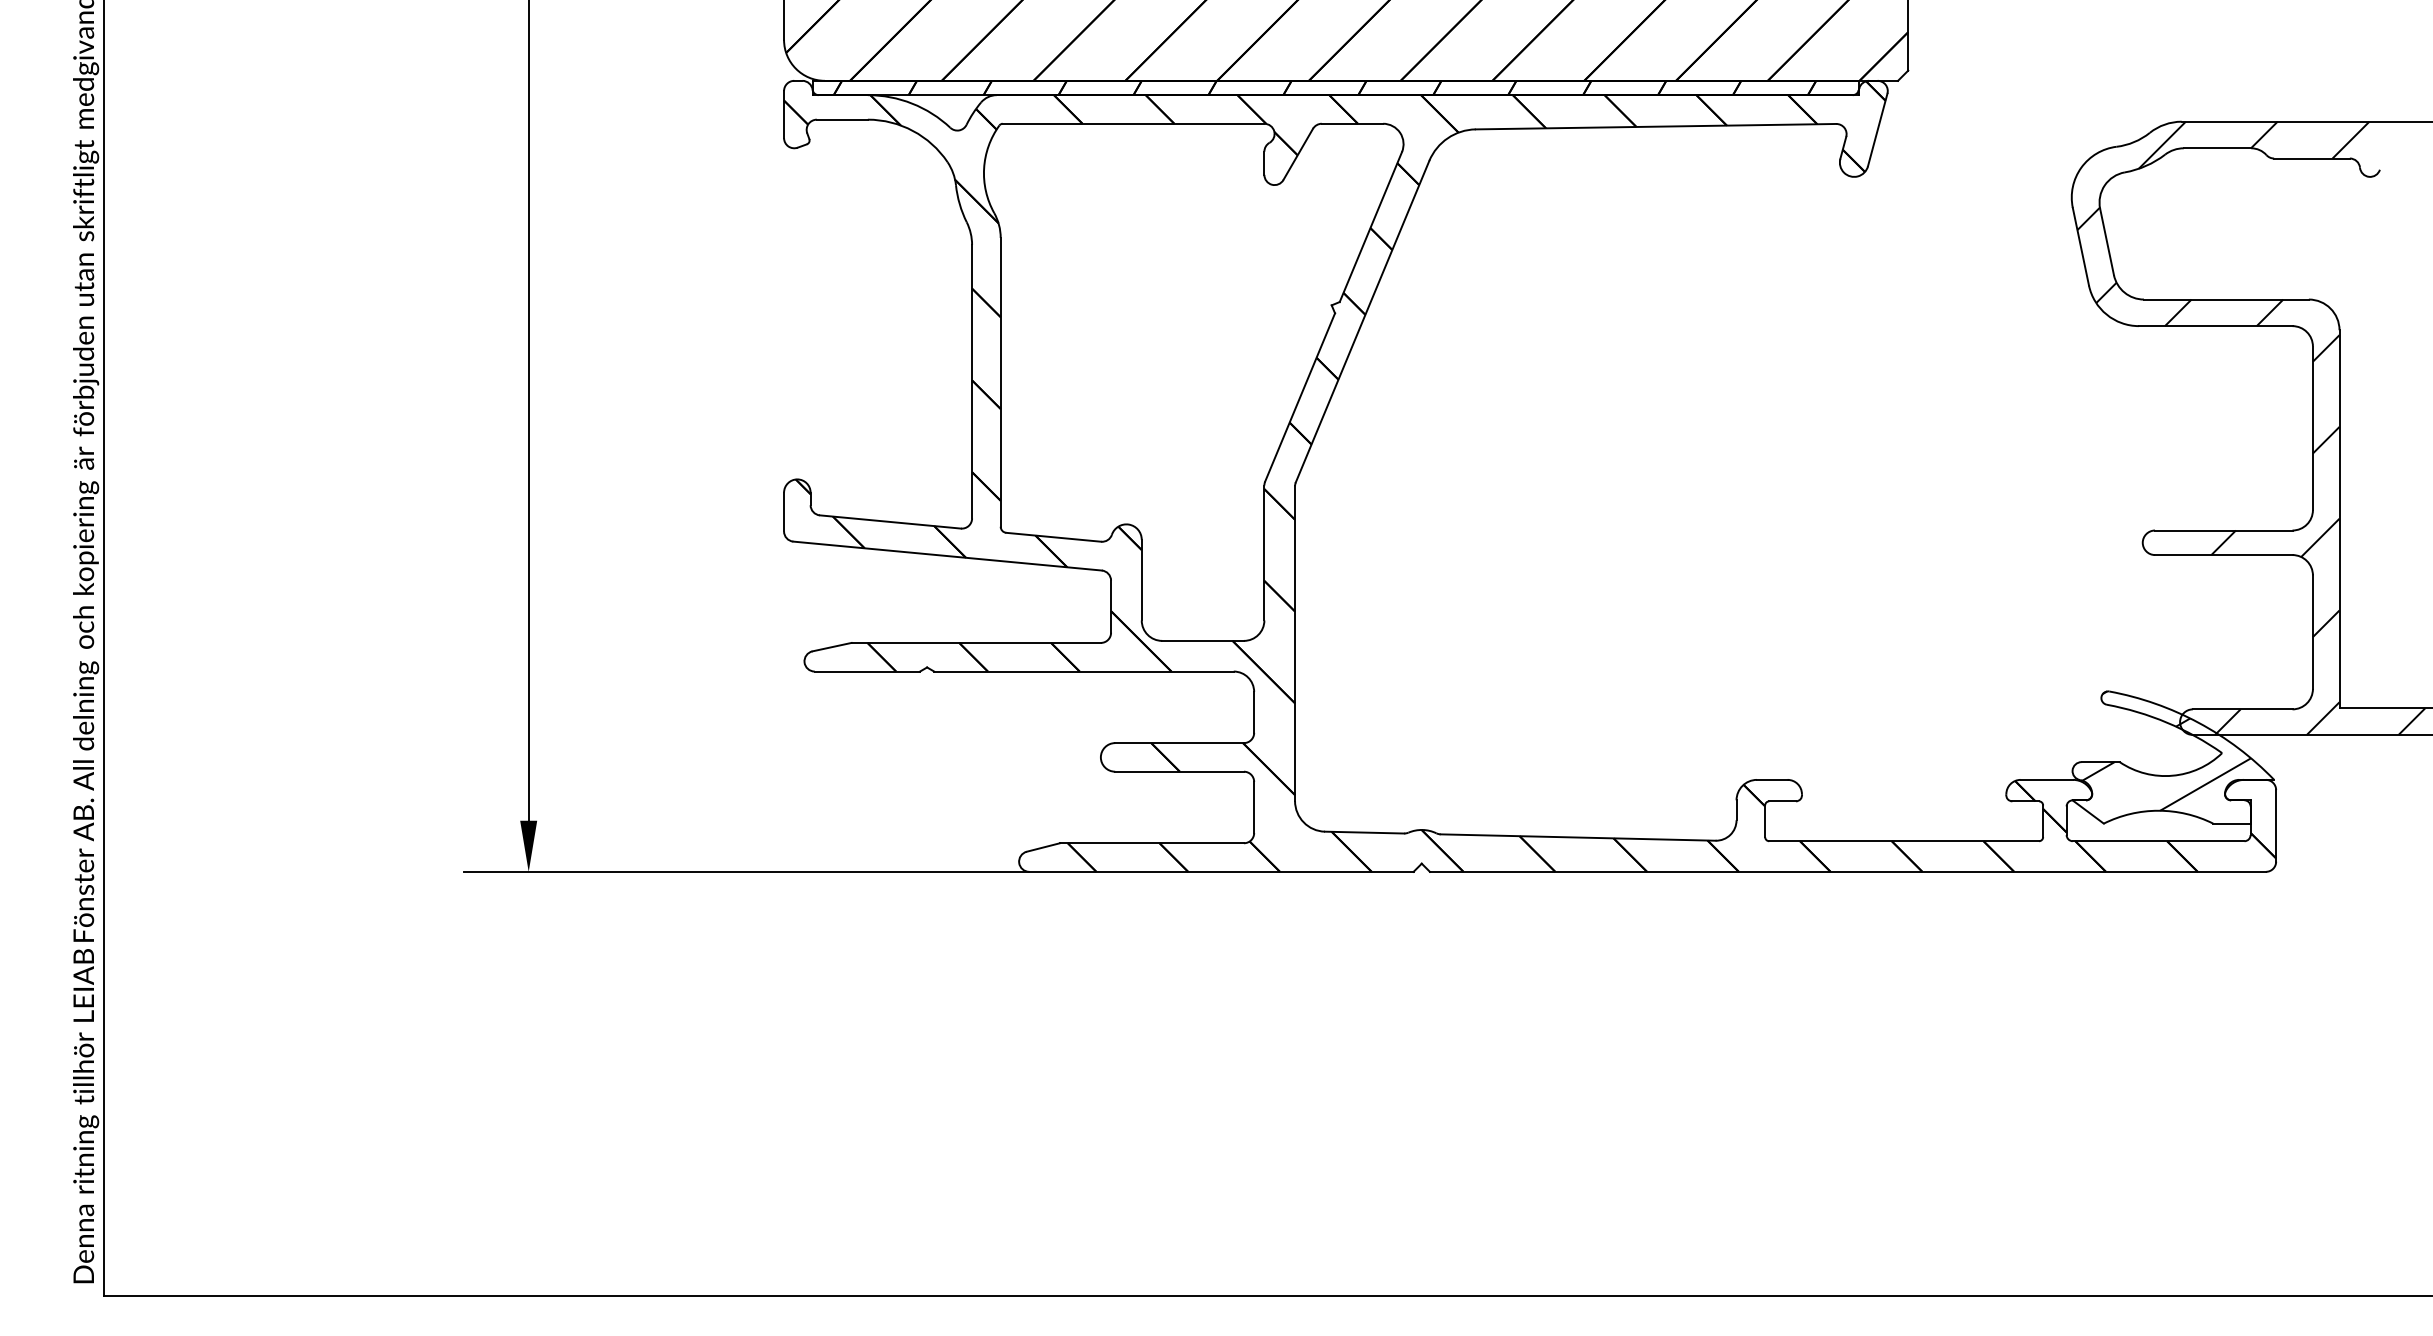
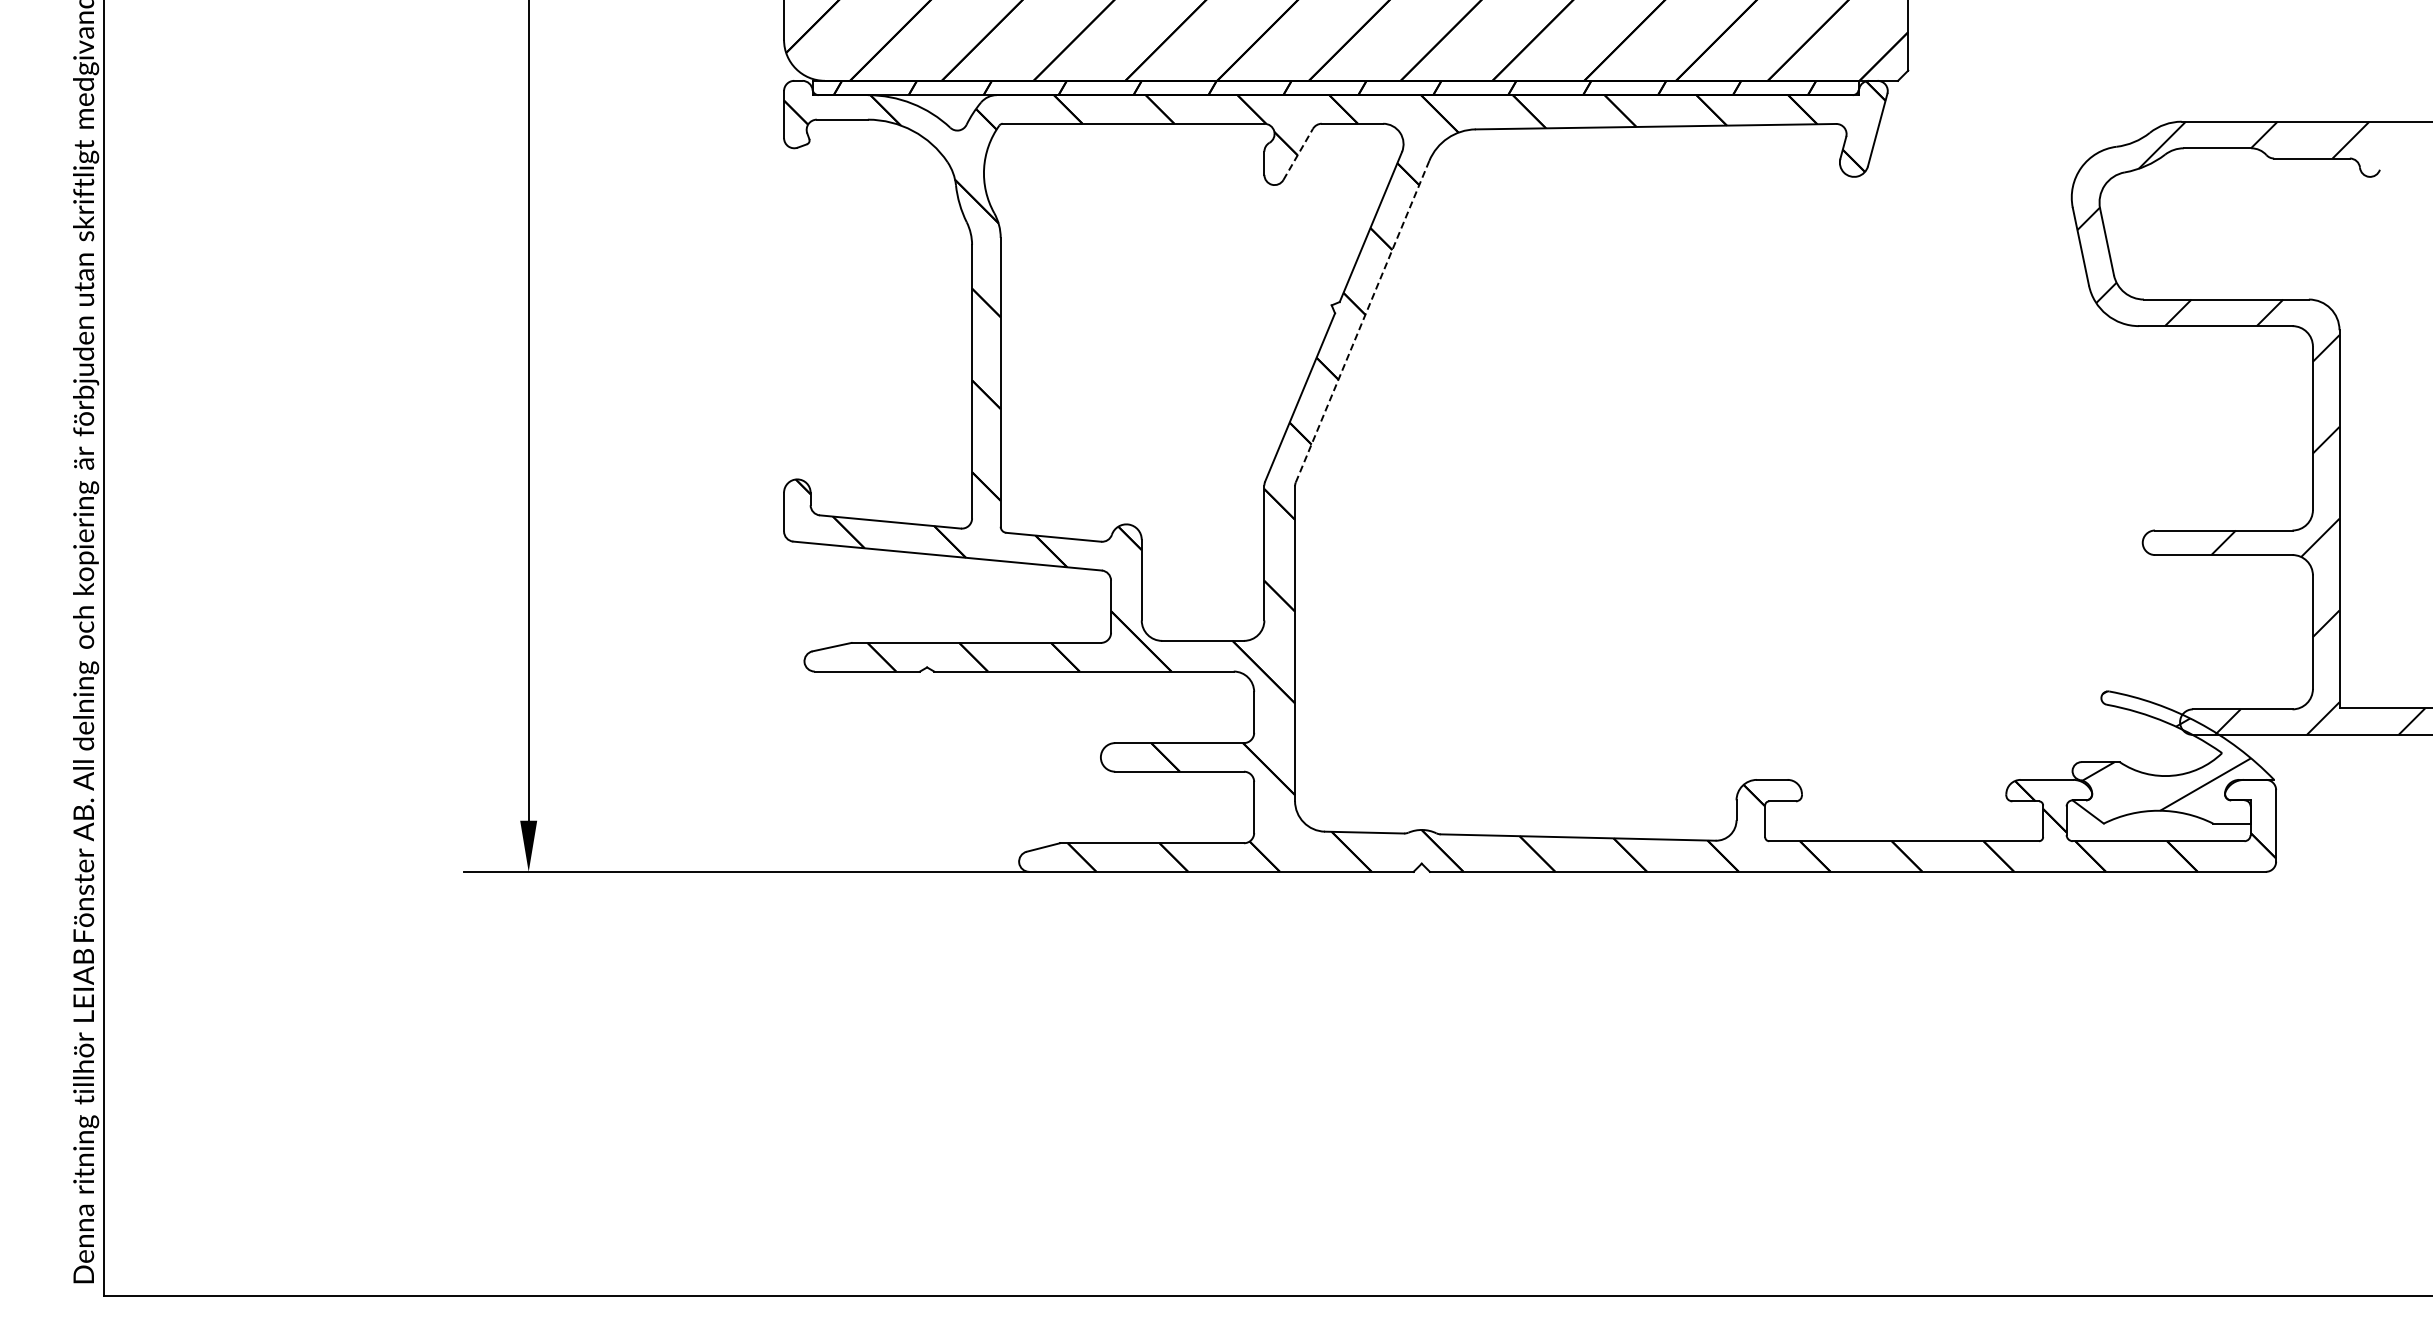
line at (1298, 154): solid -> dashed
line at (1362, 321): solid -> dashed
